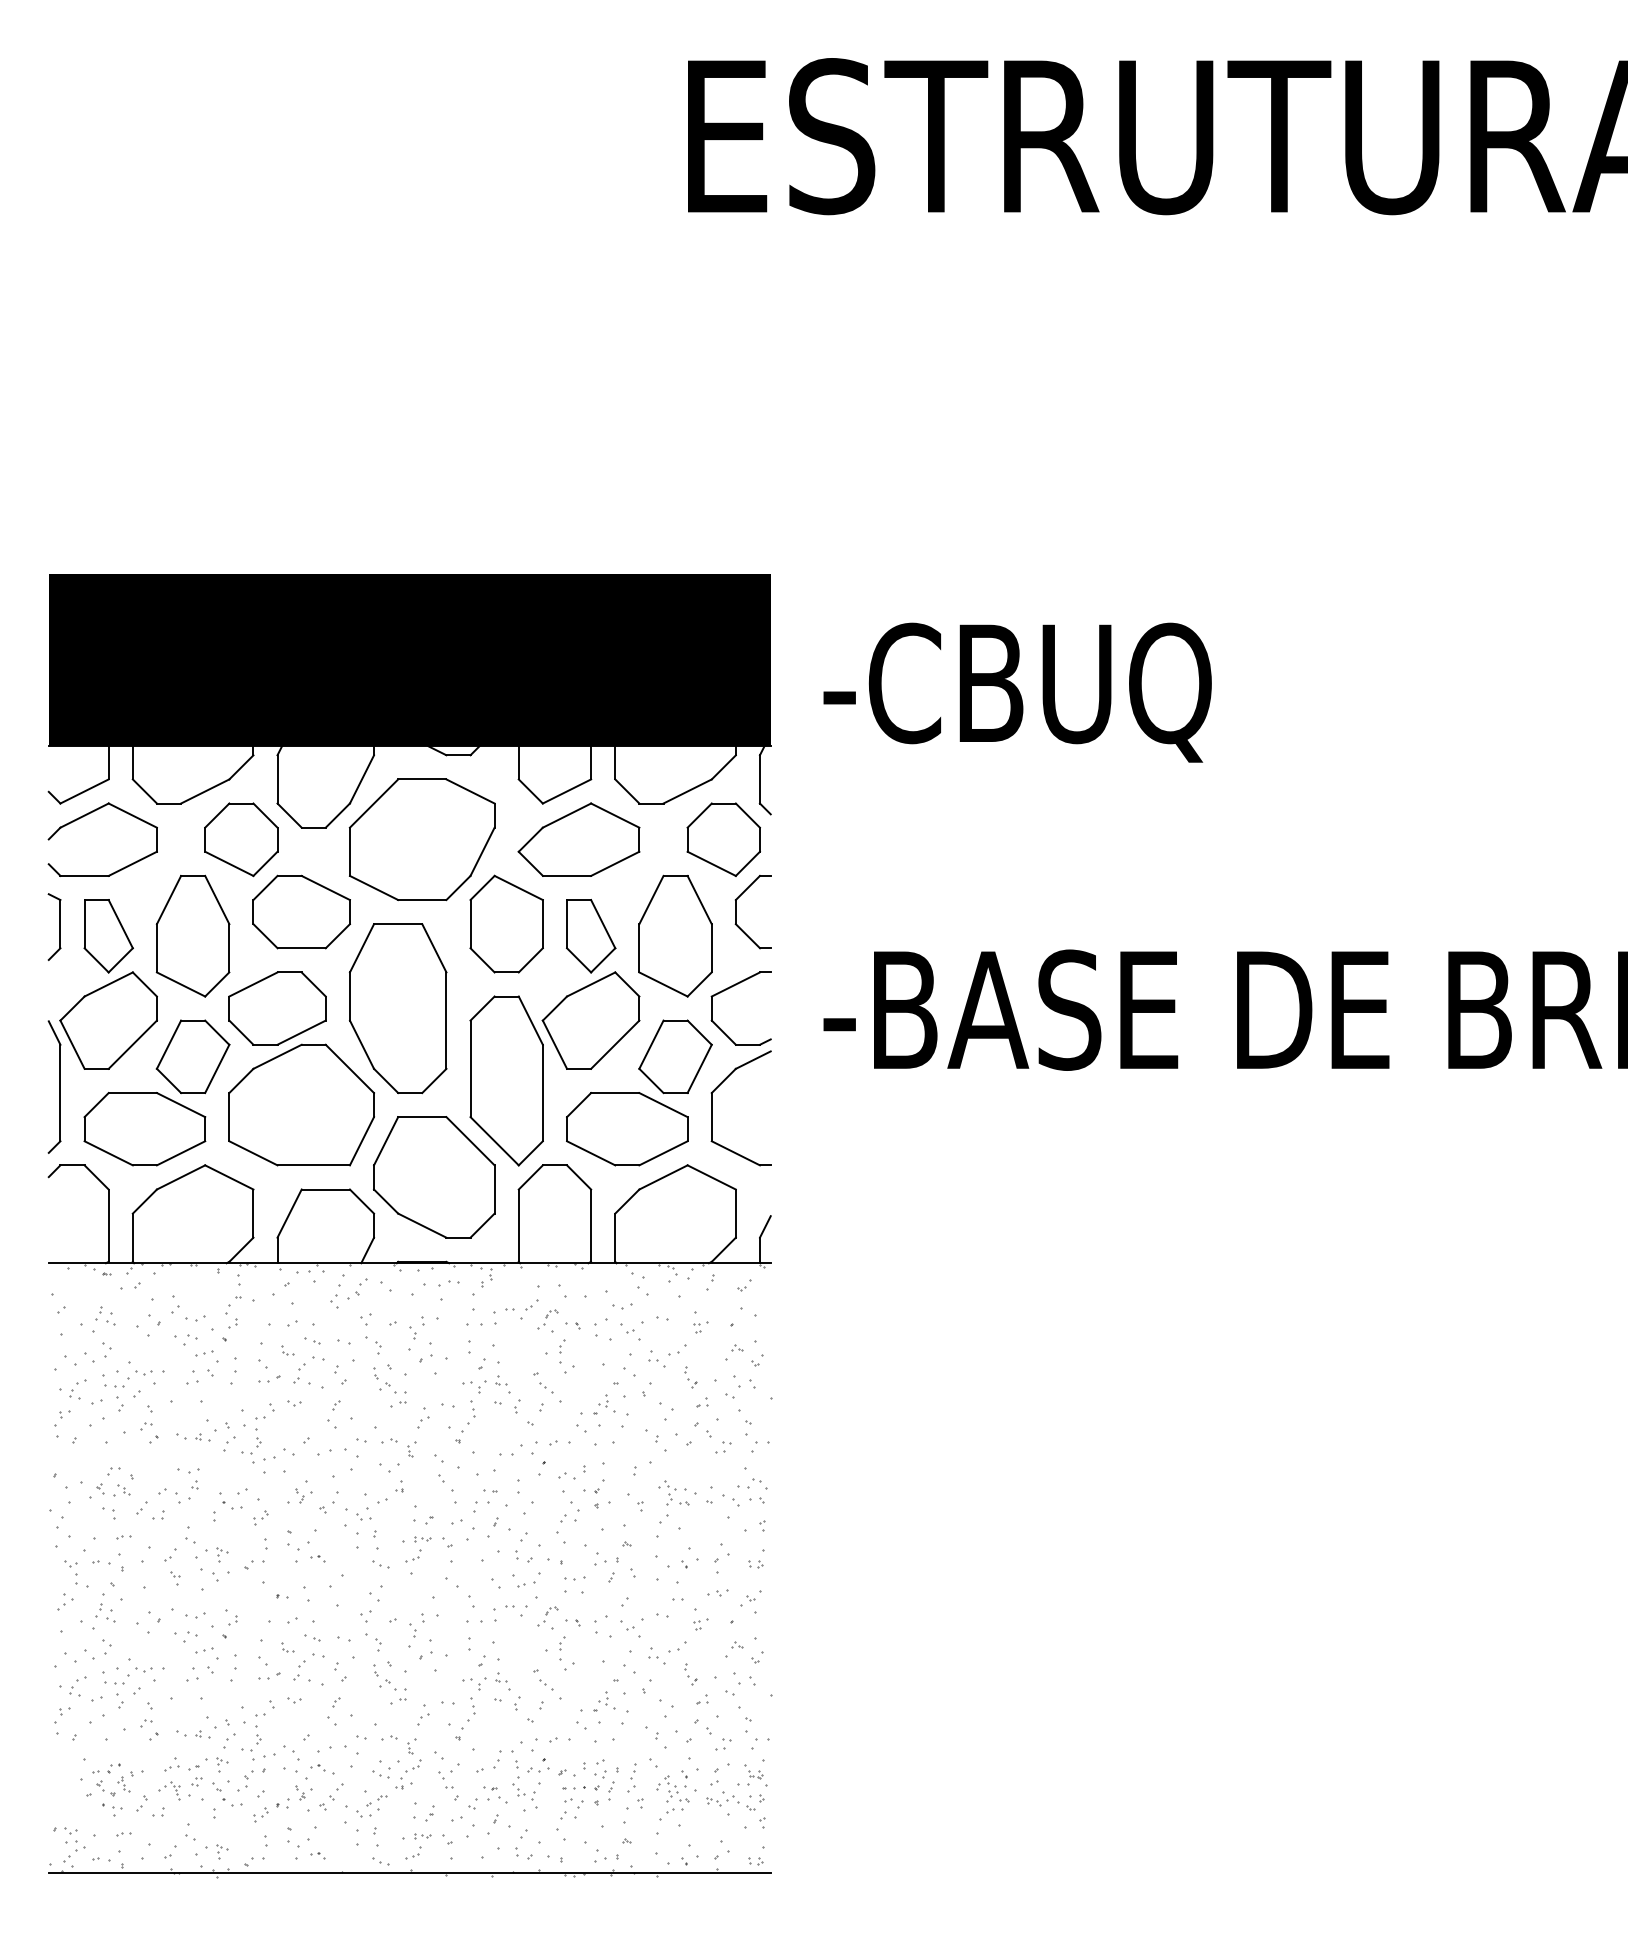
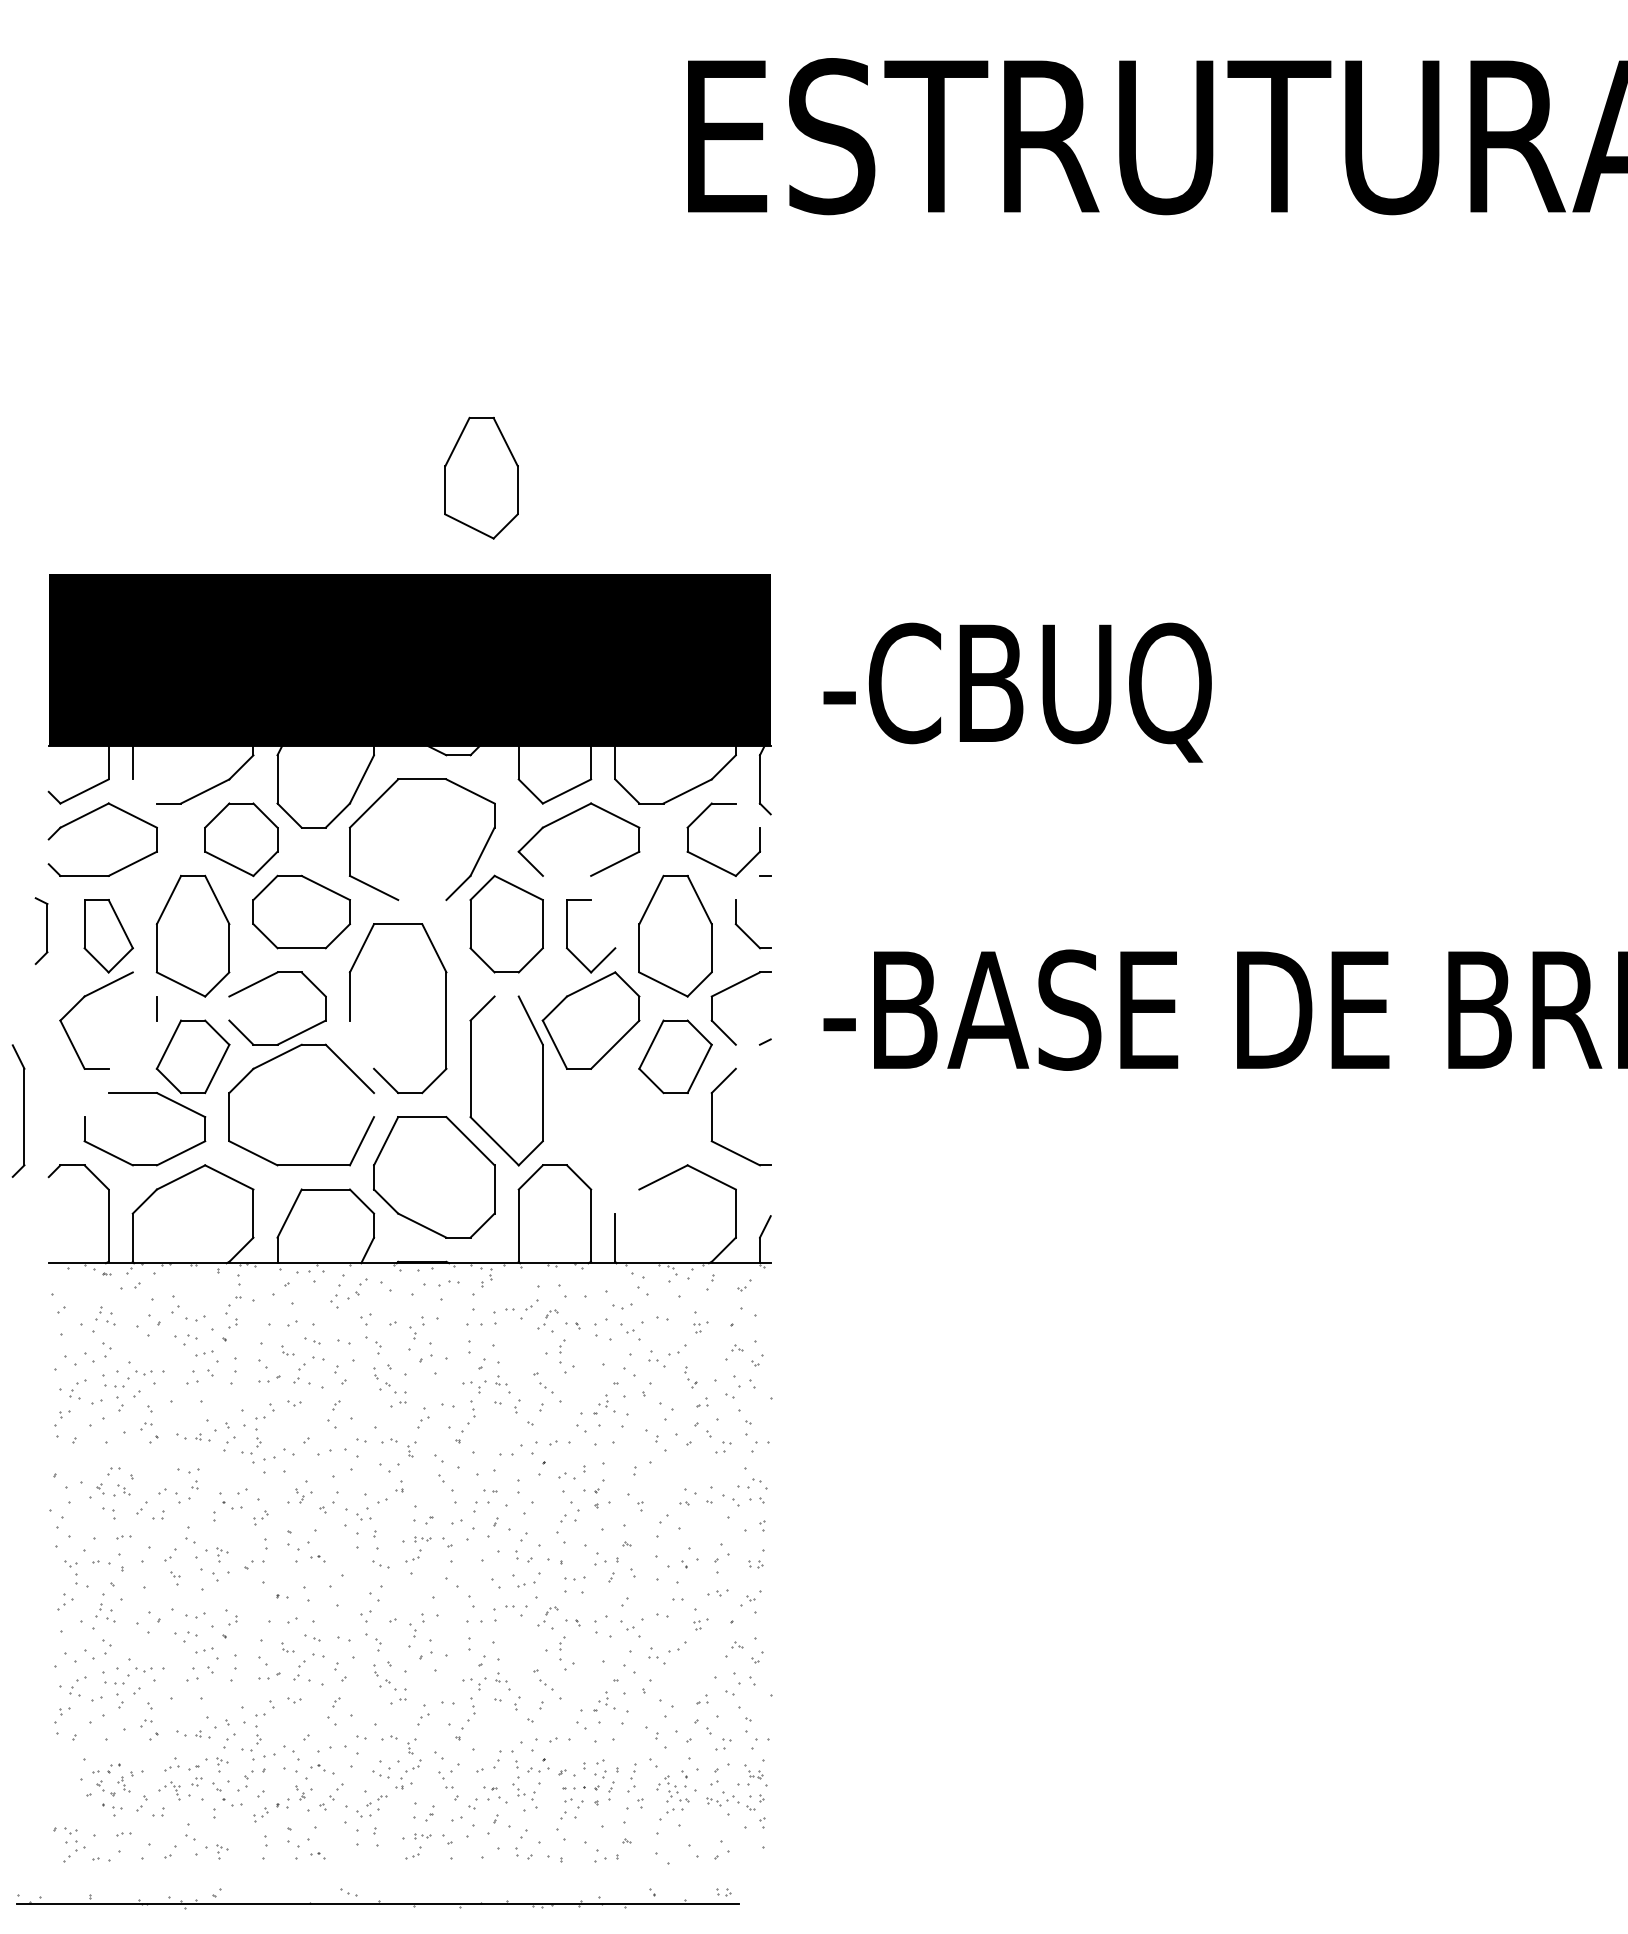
part at (481, 477): none -> present
line at (144, 791): present -> none
line at (747, 815): present -> none
line at (566, 875): present -> none
line at (747, 887): present -> none
line at (422, 900): present -> none
line at (603, 924): present -> none
part at (54, 926) position: (54, 926) -> (41, 930)
line at (144, 984): present -> none
line at (506, 996): present -> none
line at (229, 1008): present -> none
line at (132, 1044): present -> none
line at (361, 1044): present -> none
line at (747, 1044): present -> none
line at (752, 1059): present -> none
part at (54, 1086) position: (54, 1086) -> (18, 1110)
line at (96, 1105): present -> none
line at (374, 1105): present -> none
part at (627, 1129): present -> none
line at (627, 1201): present -> none
part at (667, 1492): present -> none
part at (690, 1674): present -> none
part at (409, 1867) position: (409, 1867) -> (377, 1898)
